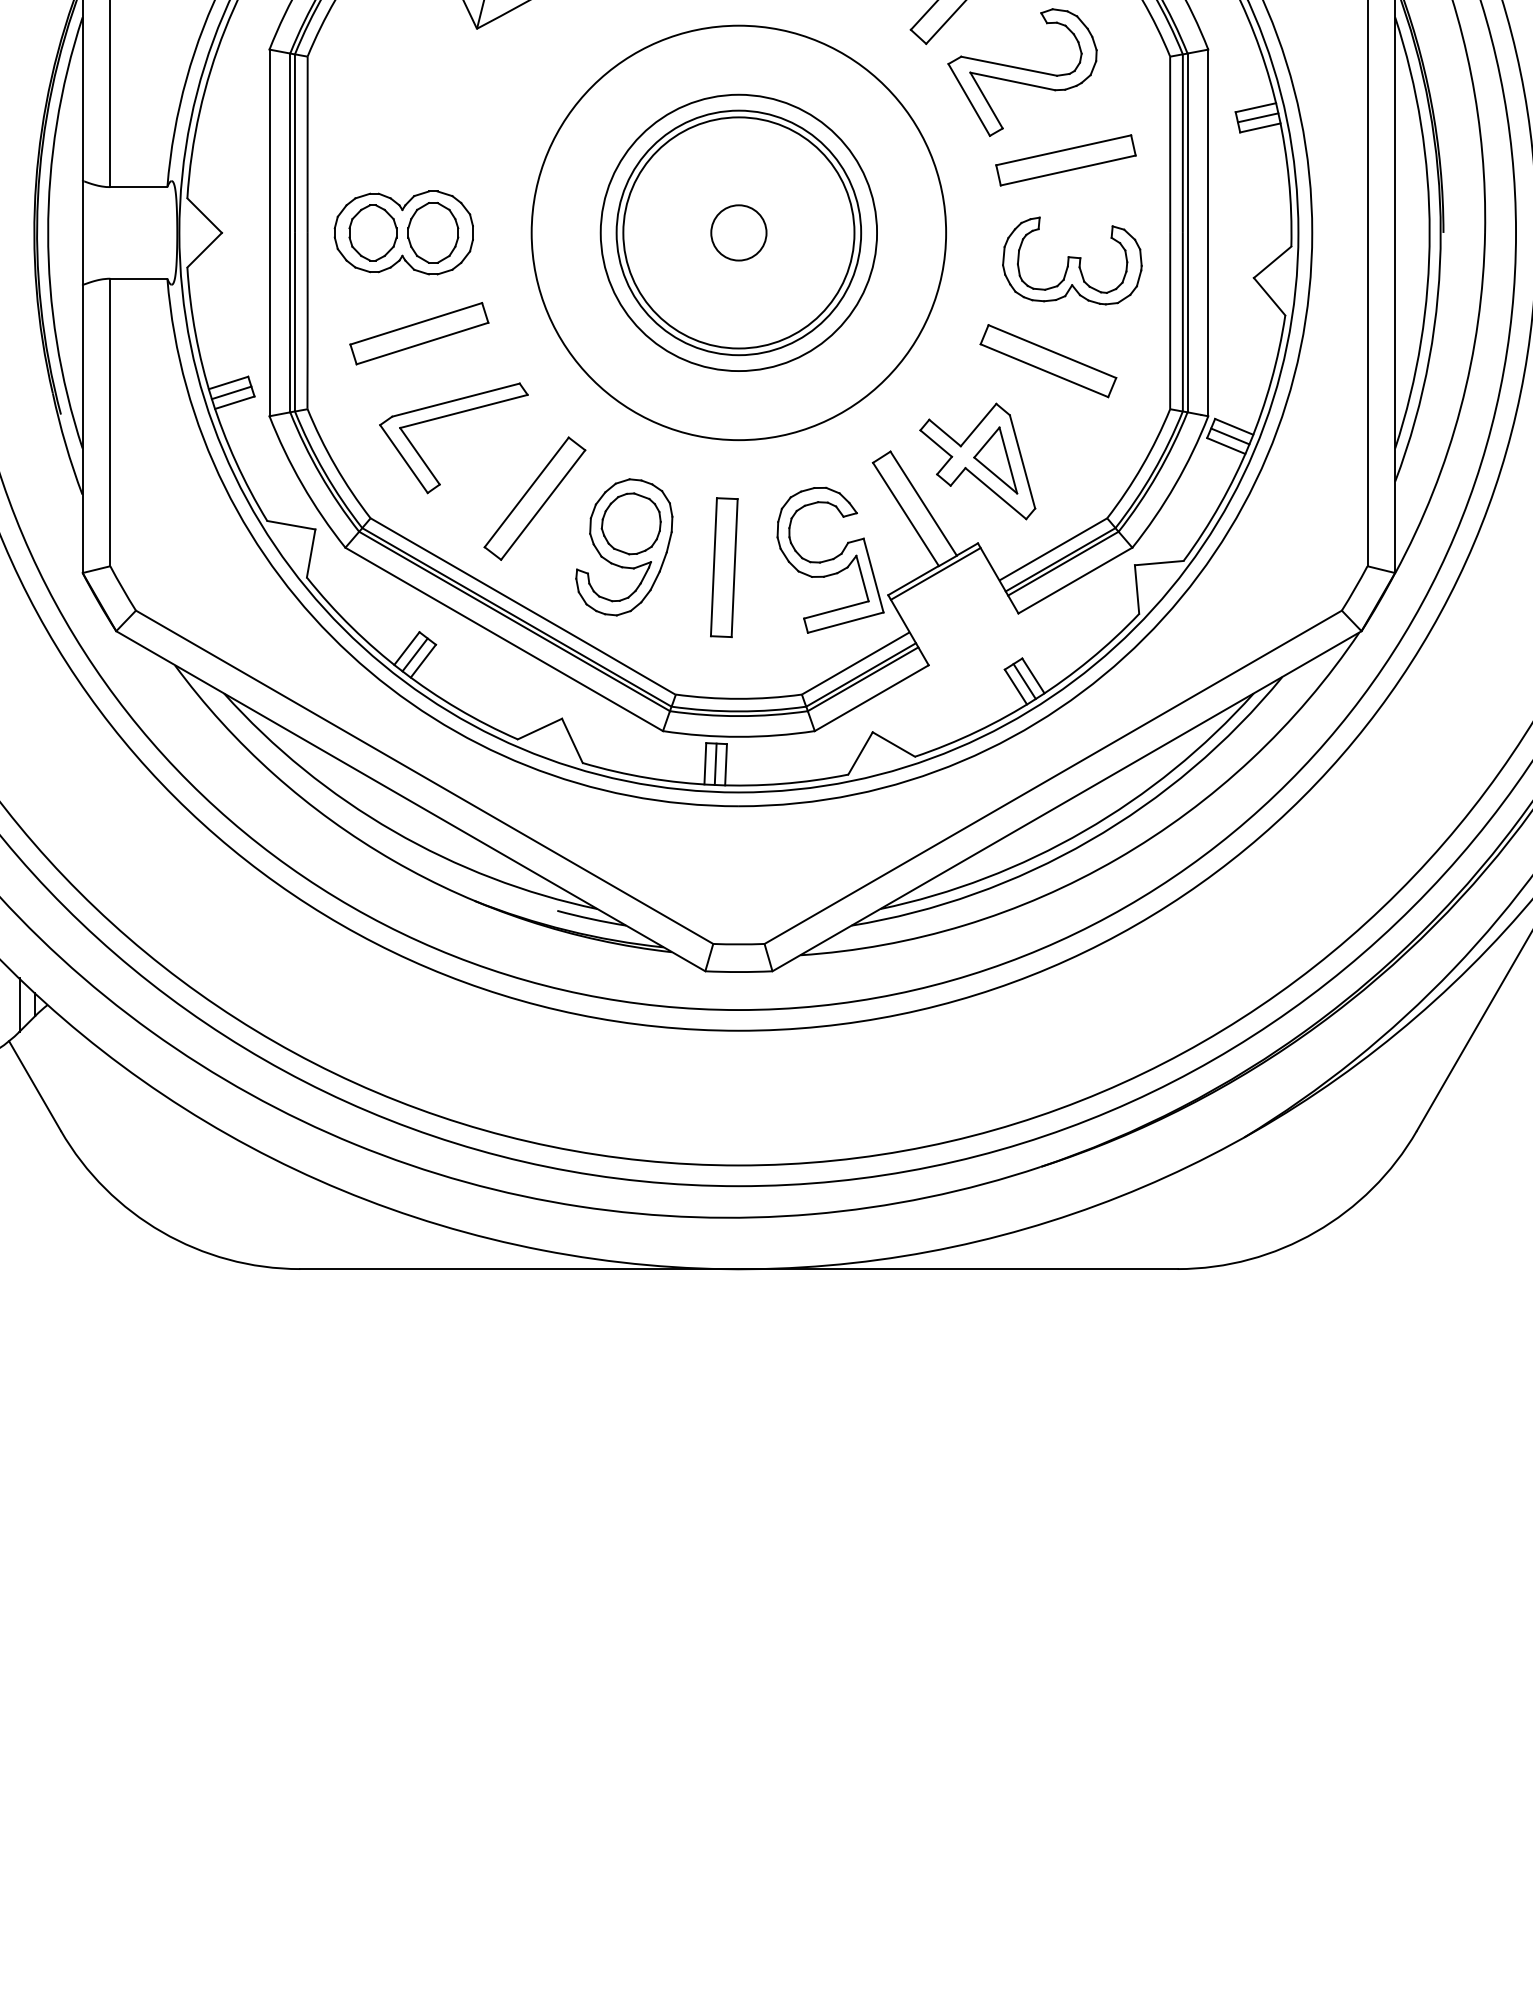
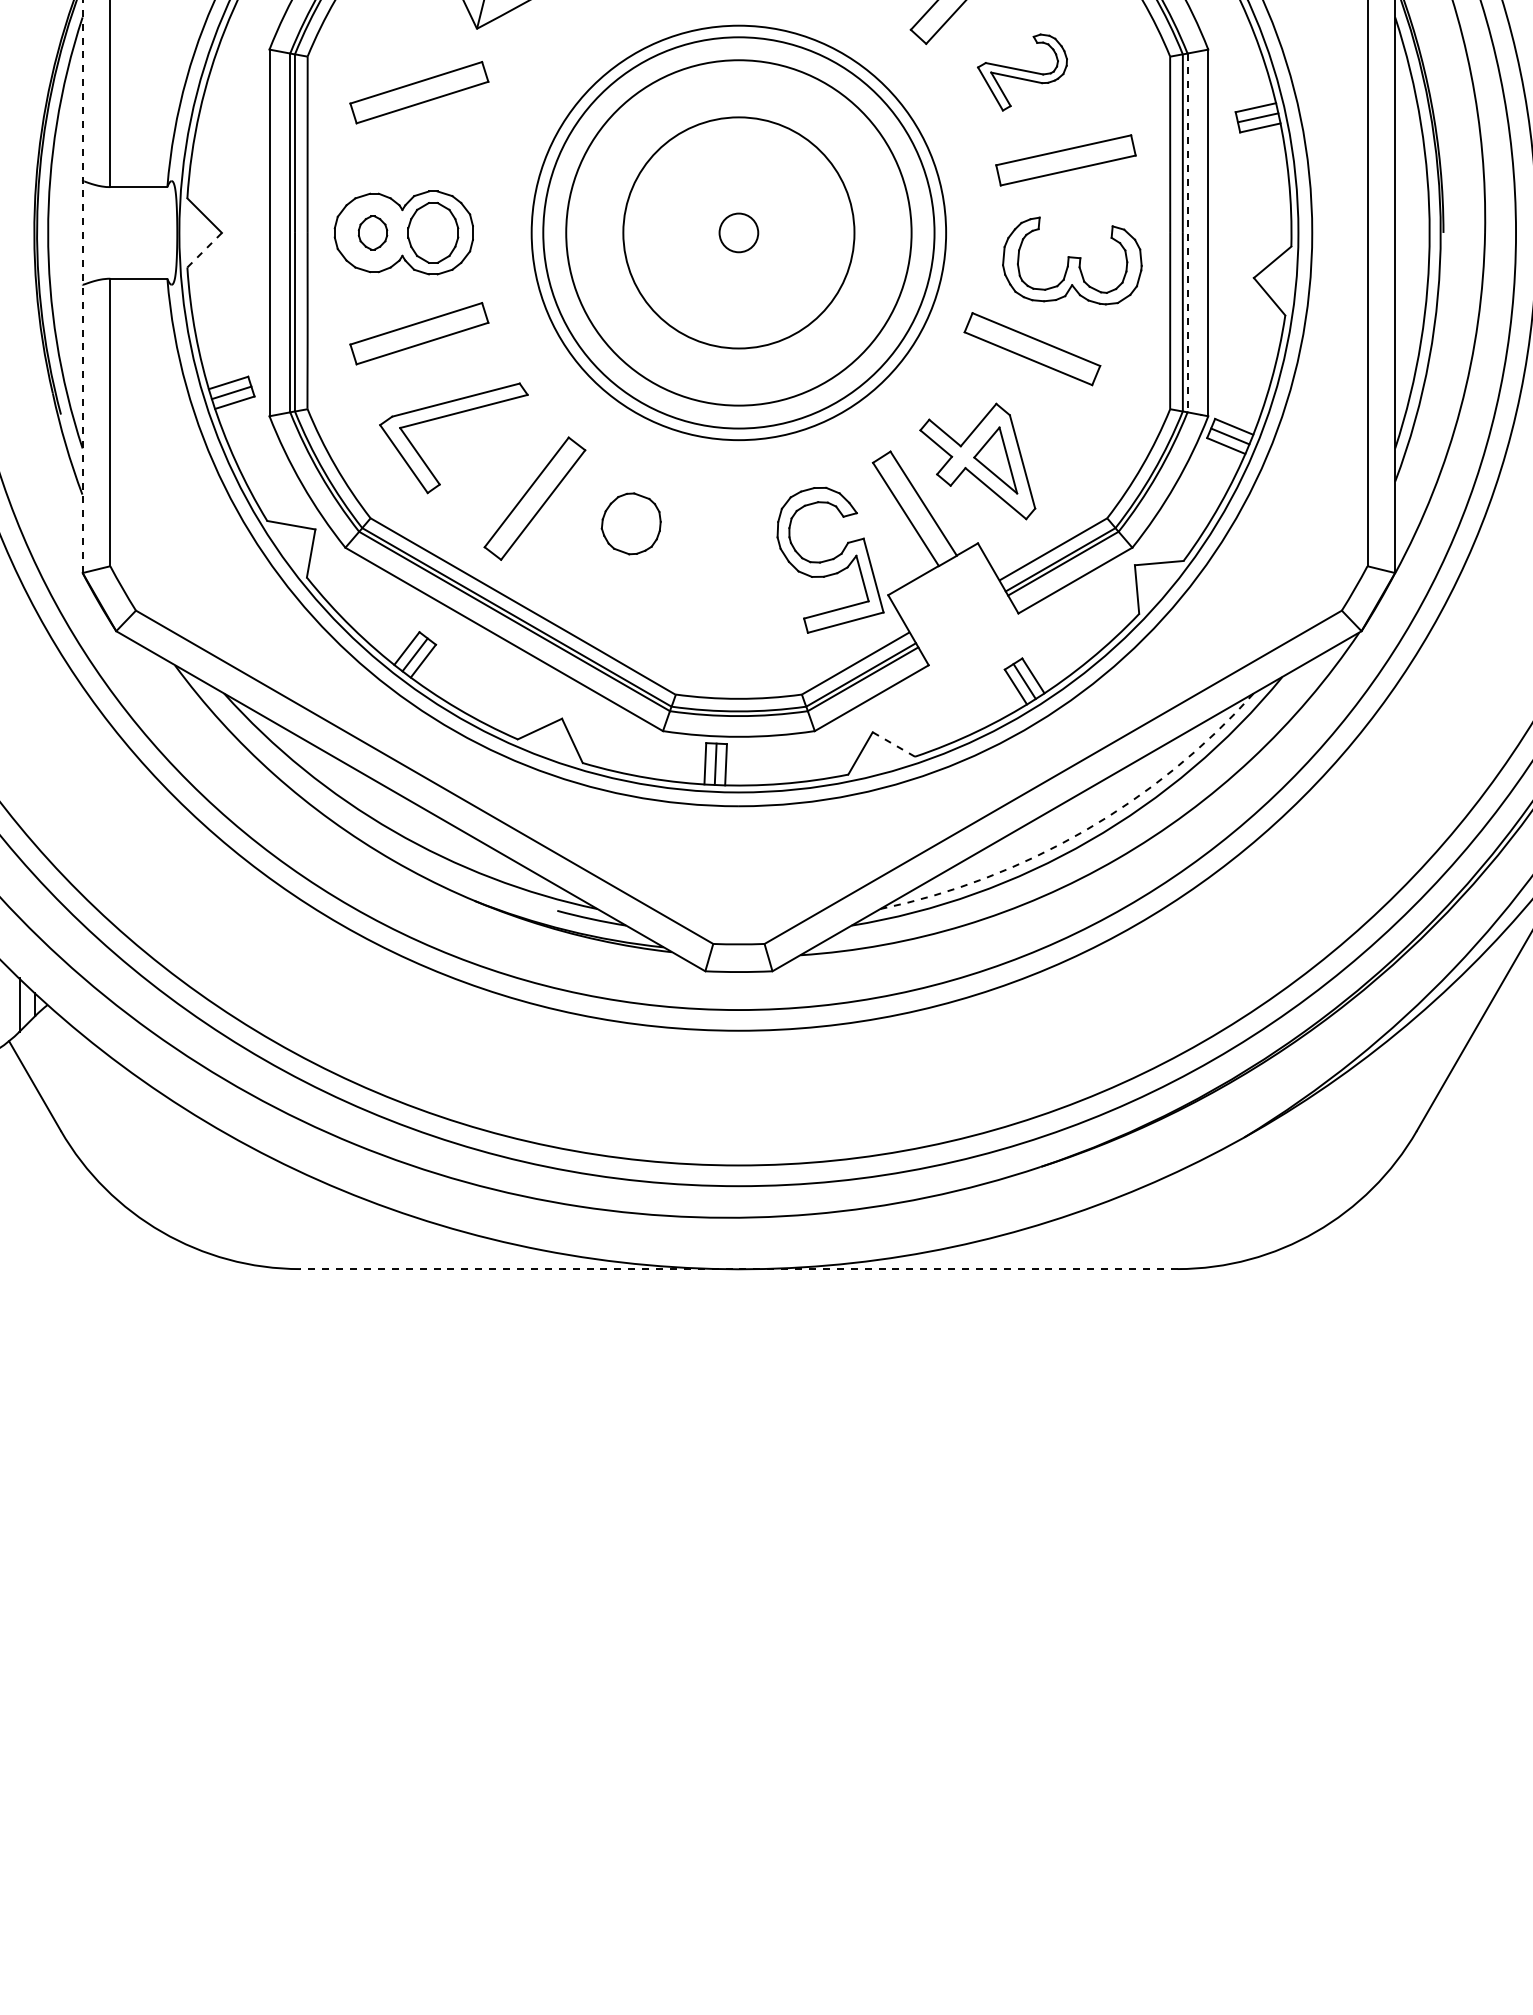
part at (1022, 72) size: 151x129 px -> 91x79 px
part at (419, 92): none -> present
part at (372, 232) size: 50x58 px -> 32x36 px
circle at (738, 232) diameter: 245 px -> 391 px
circle at (738, 232) diameter: 276 px -> 345 px
circle at (738, 232) diameter: 55 px -> 39 px
line at (1187, 233): solid -> dashed
line at (205, 249): solid -> dashed
line at (82, 286): solid -> dashed
part at (1048, 361) position: (1048, 361) -> (1032, 349)
part at (624, 547): present -> none
part at (724, 567): present -> none
line at (935, 573): present -> none
line at (893, 744): solid -> dashed
arc at (1084, 831): solid -> dashed
line at (738, 1269): solid -> dashed
